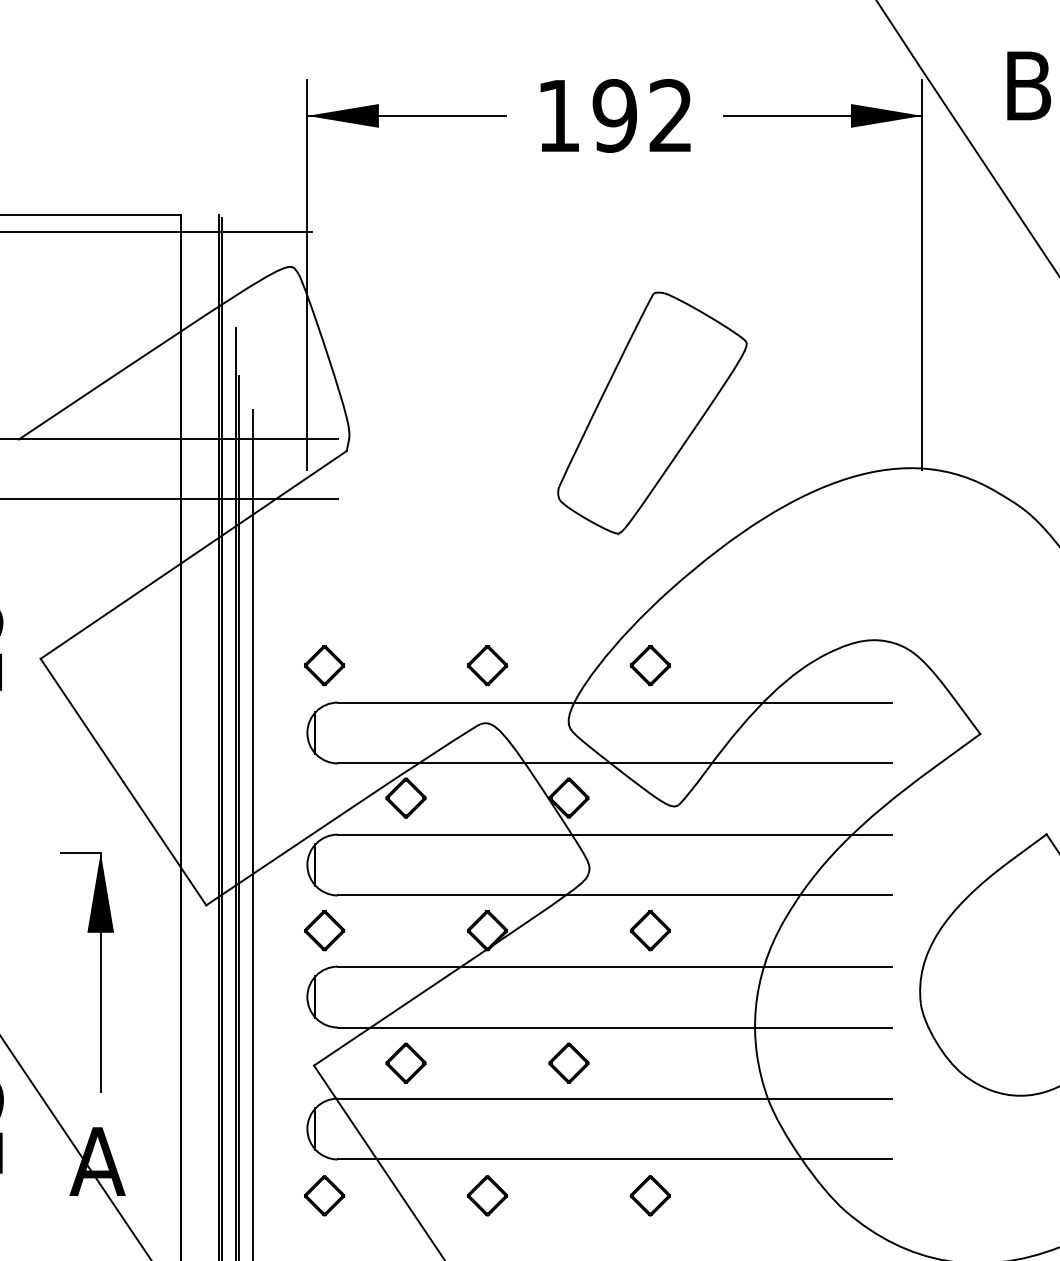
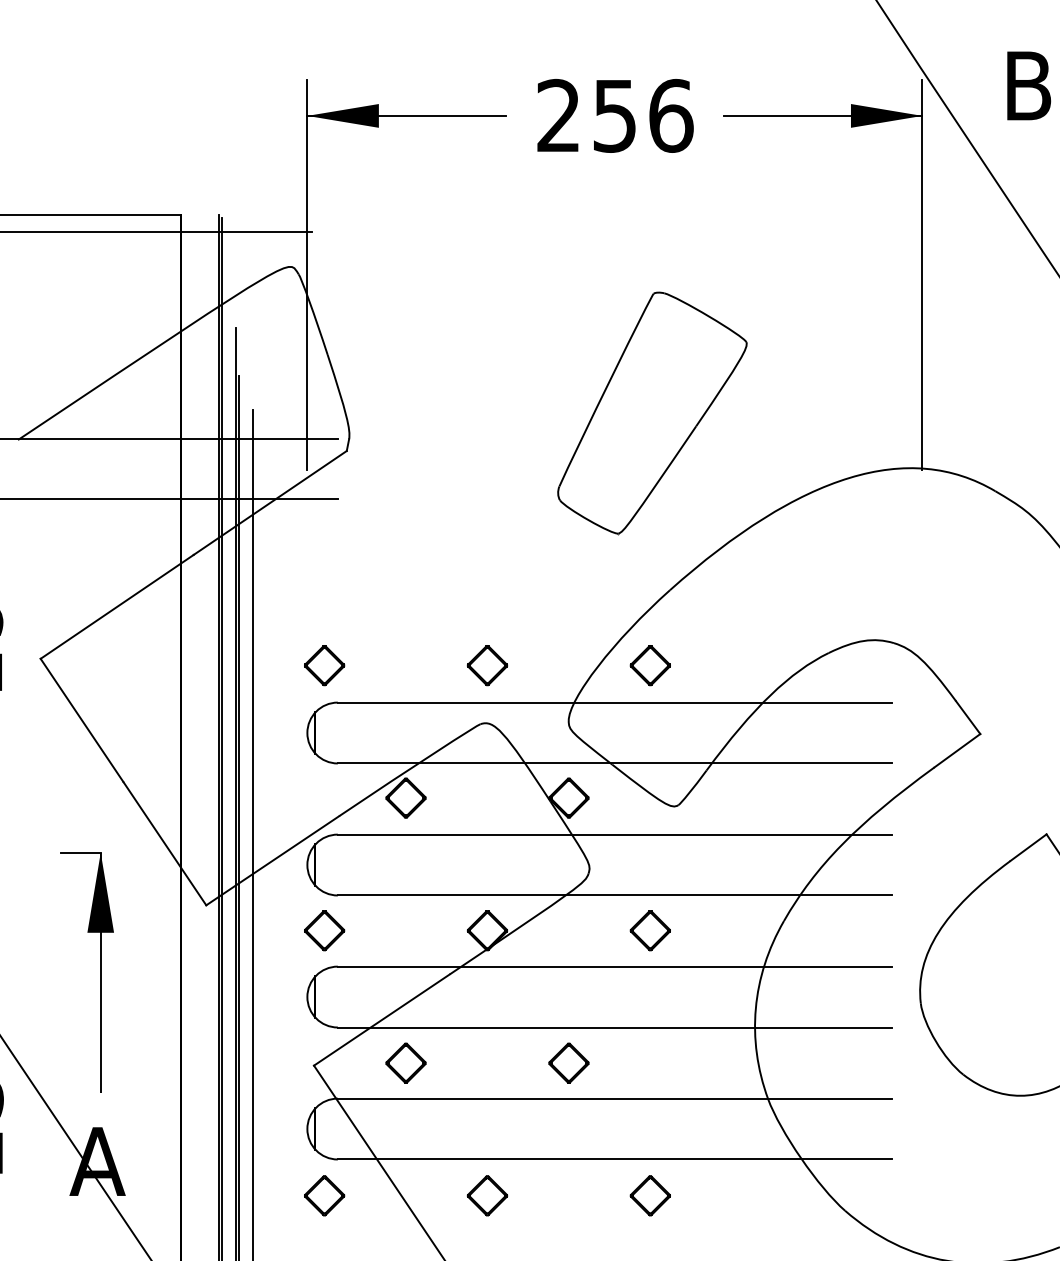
text at (615, 115): 192 -> 256
